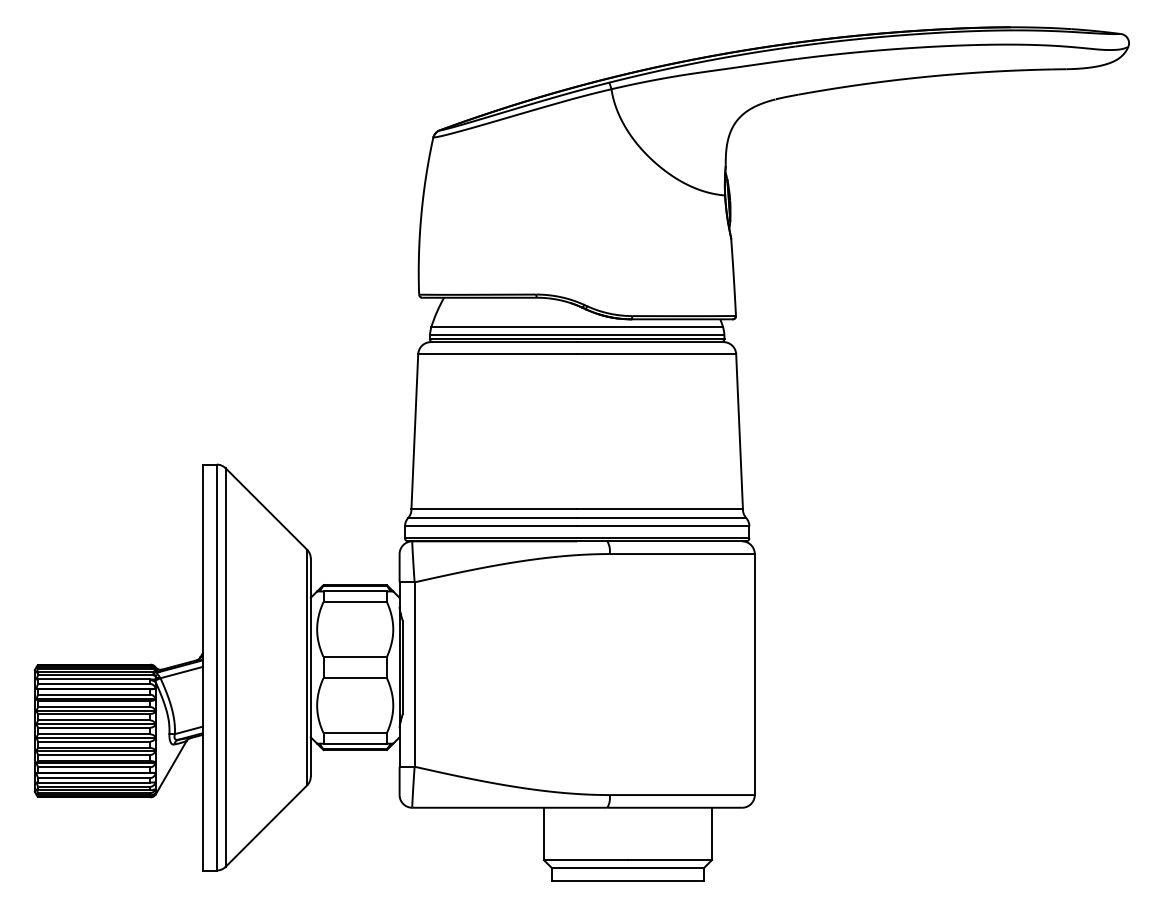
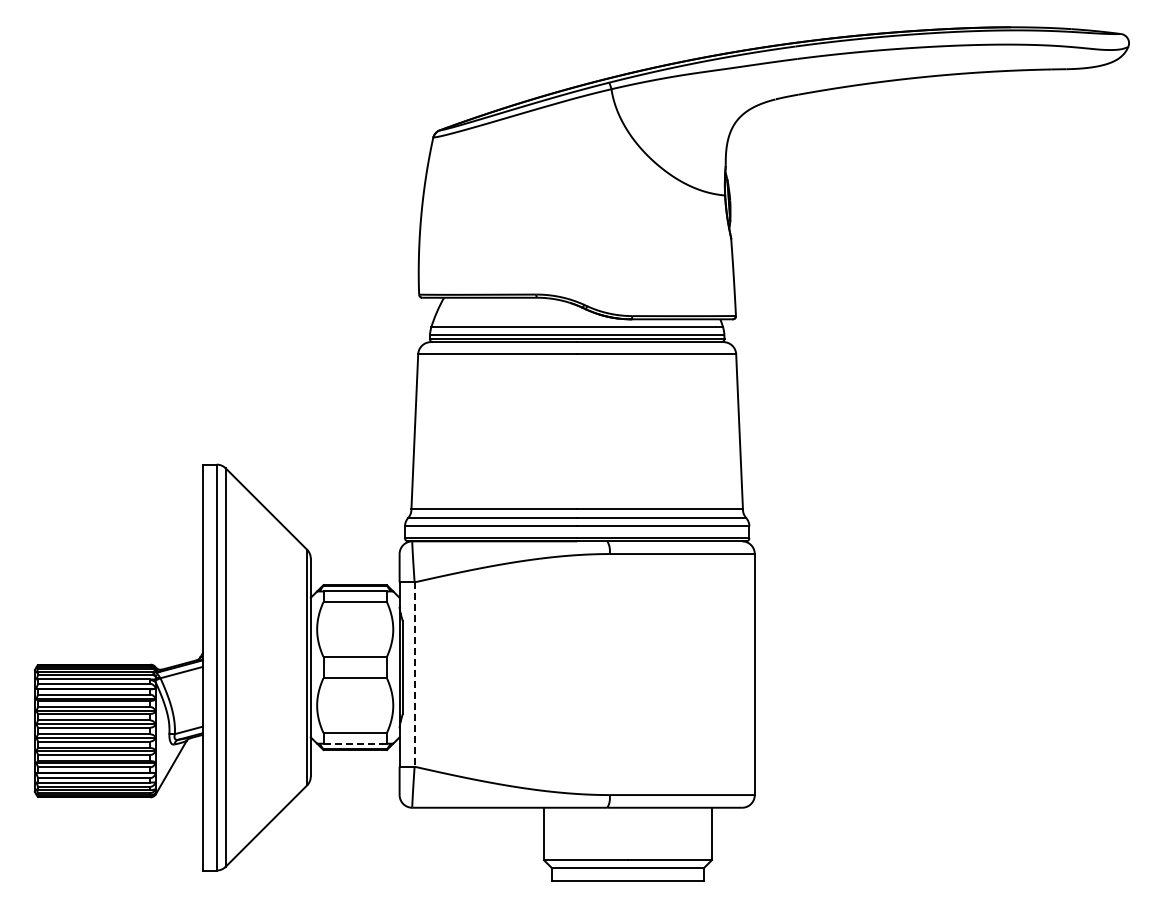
line at (414, 675): solid -> dashed
line at (355, 743): solid -> dashed
